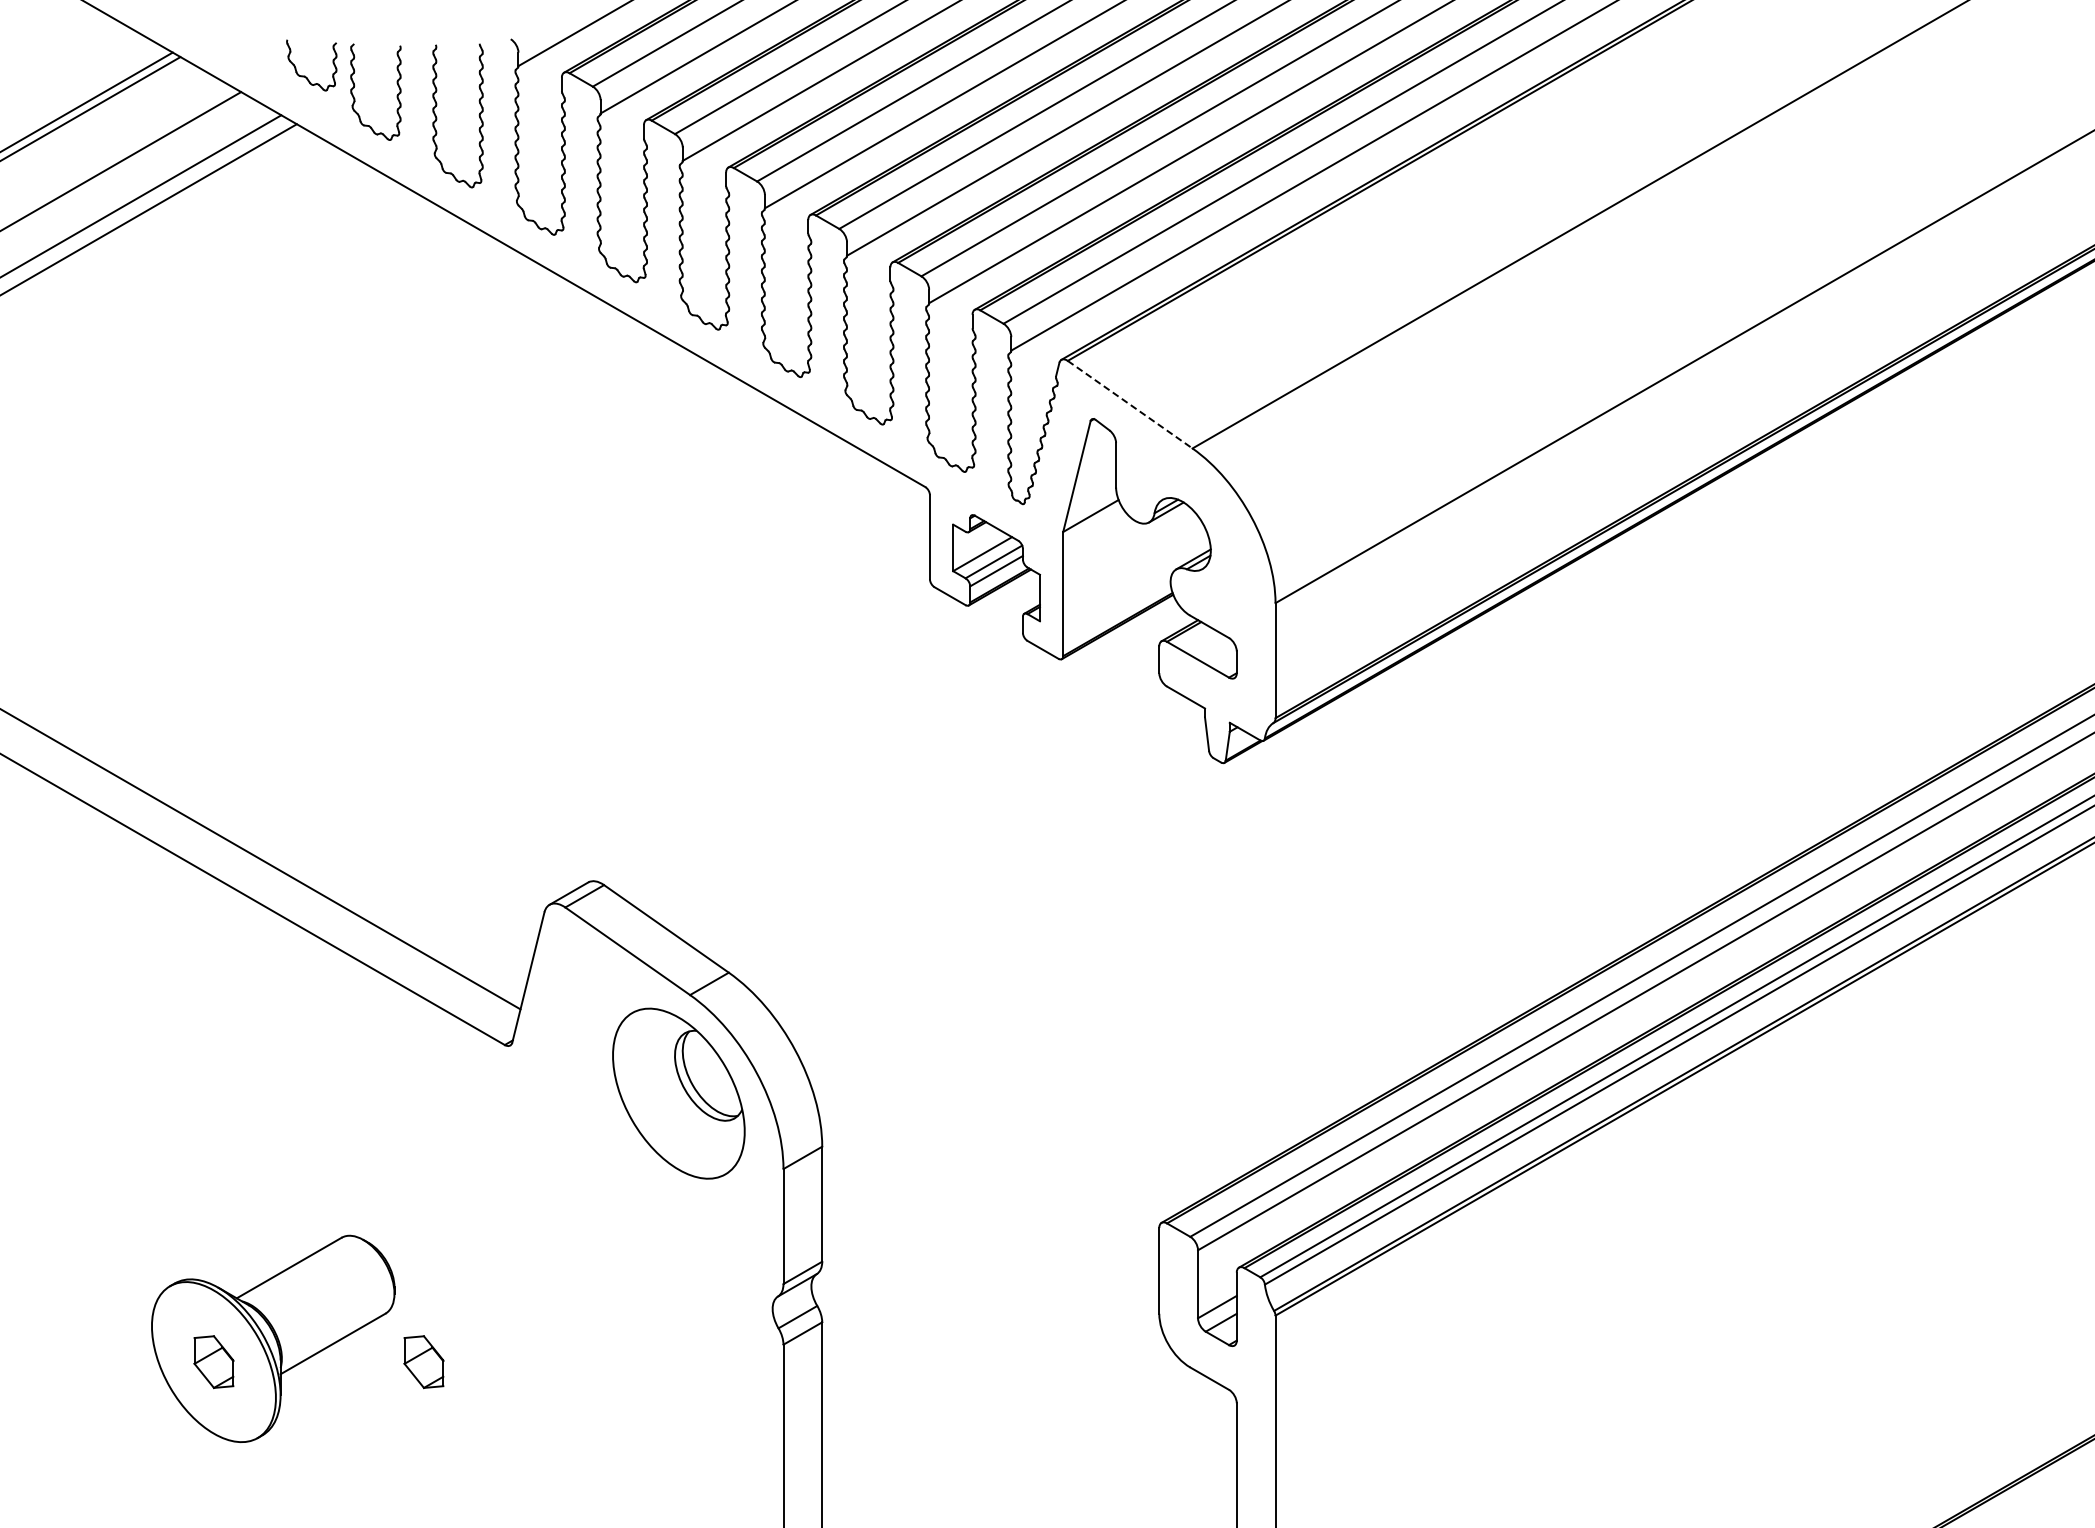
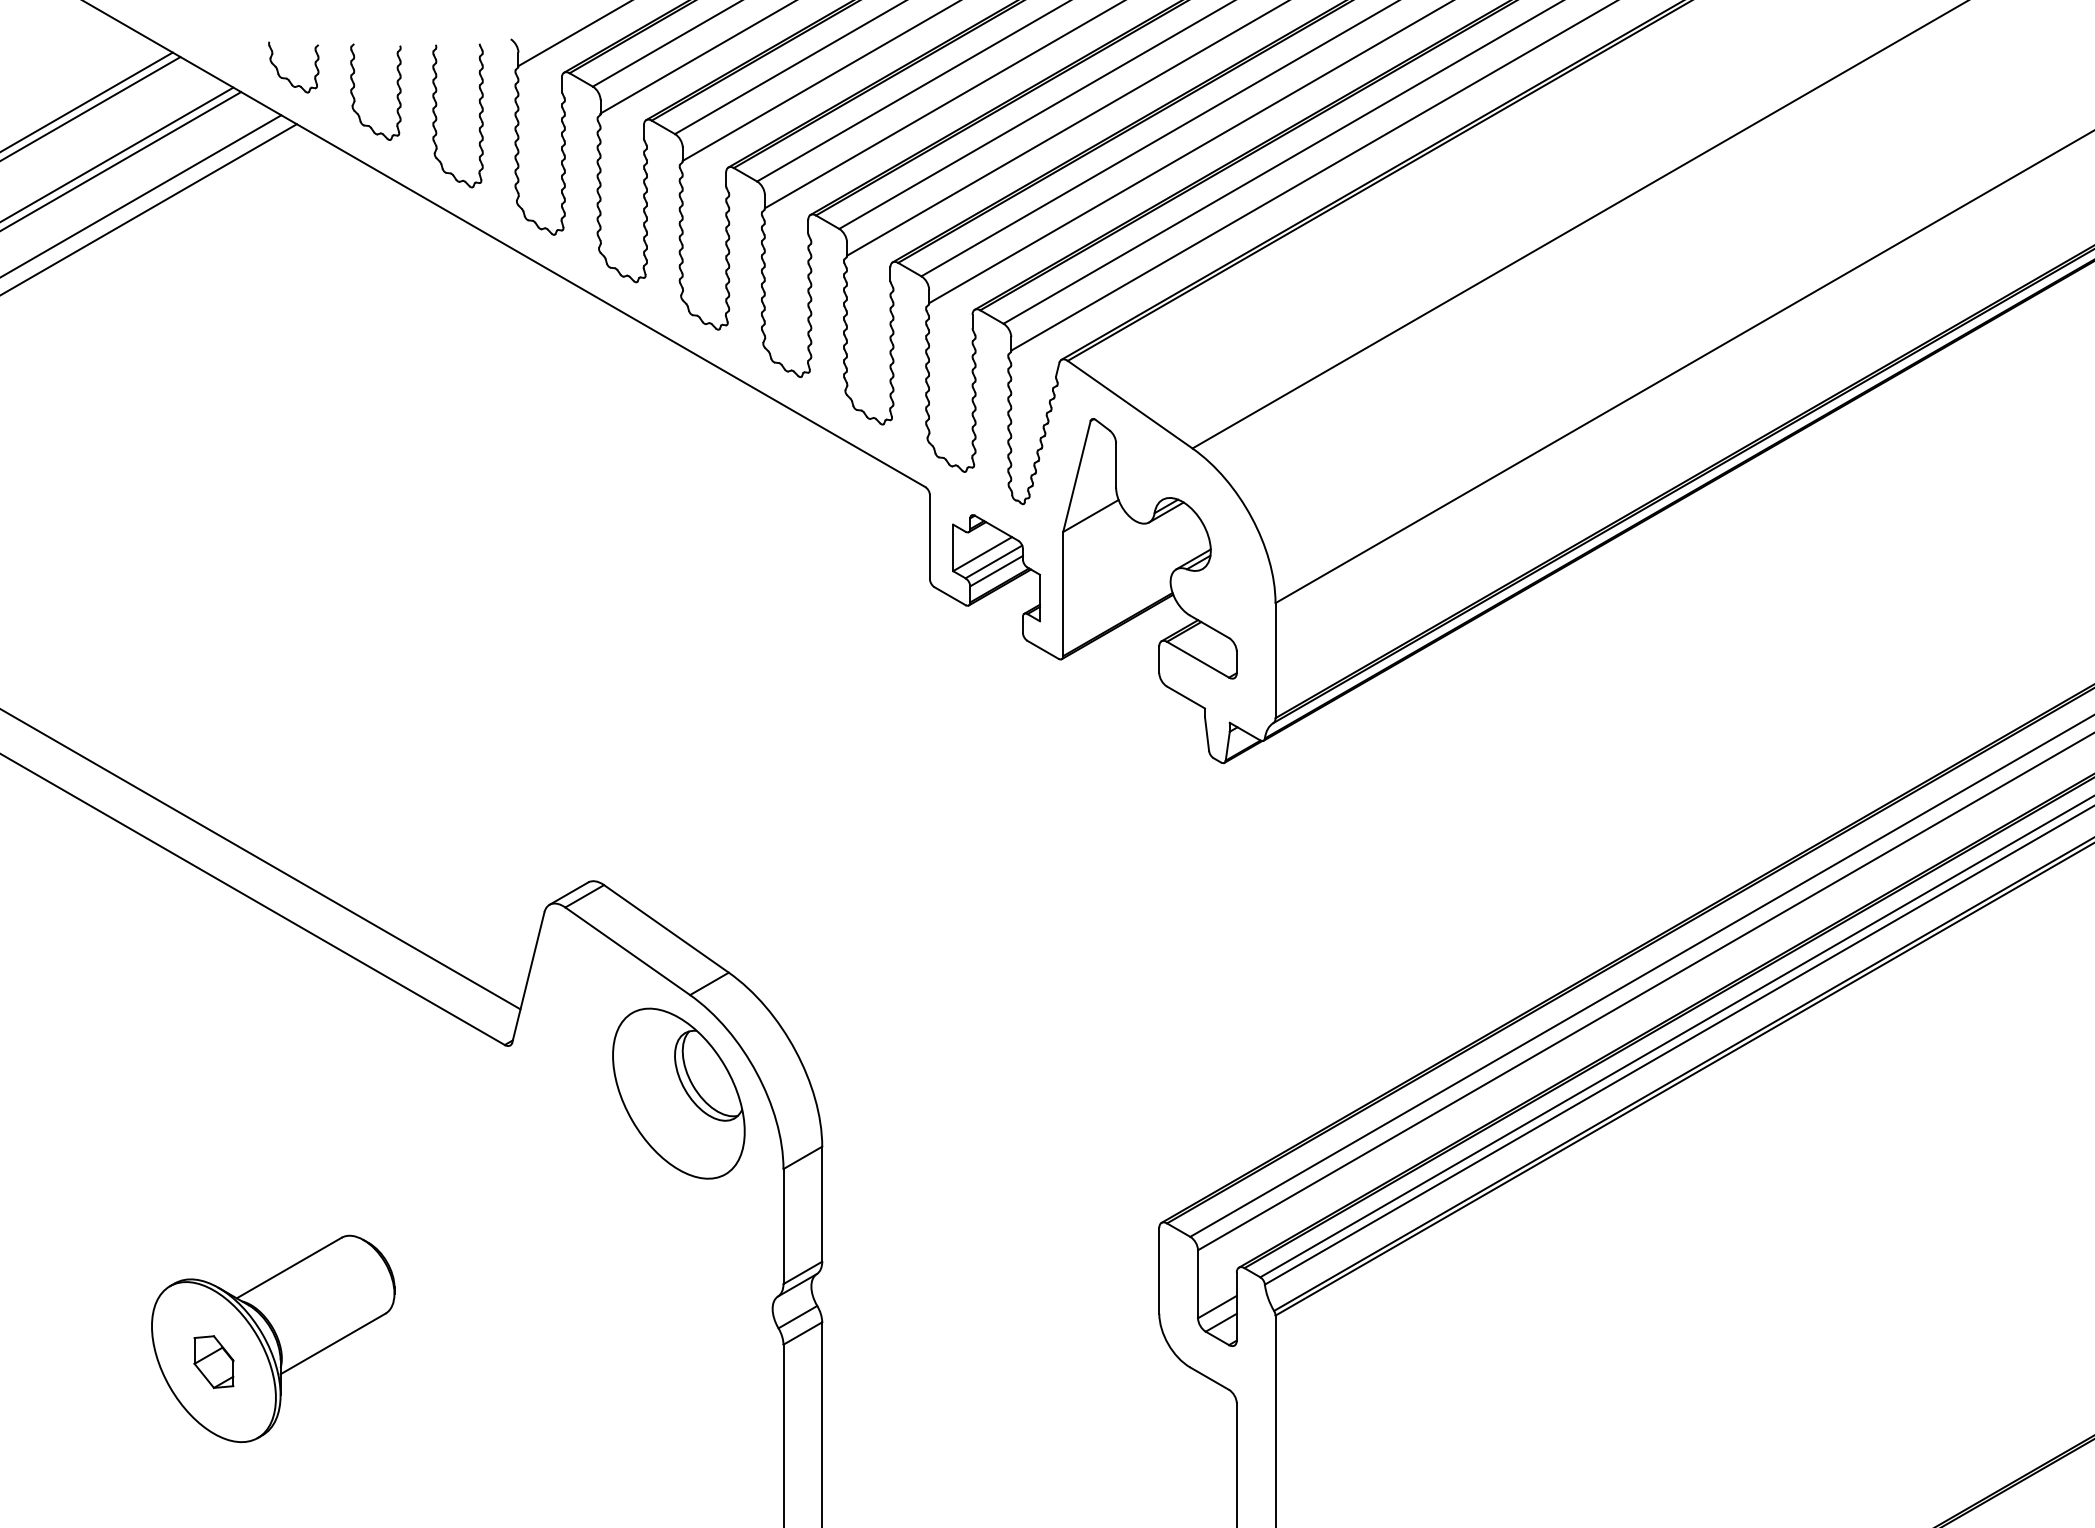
part at (305, 75) position: (305, 75) -> (287, 77)
line at (117, 153): none -> present
line at (1130, 404): dashed -> solid
part at (423, 1362): present -> none
